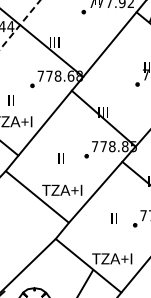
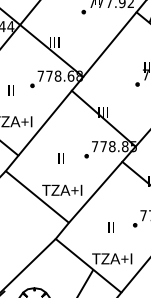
line at (20, 24): dashed -> solid
text at (10, 100) position: (10, 100) -> (10, 90)
text at (113, 218) position: (113, 218) -> (110, 227)
